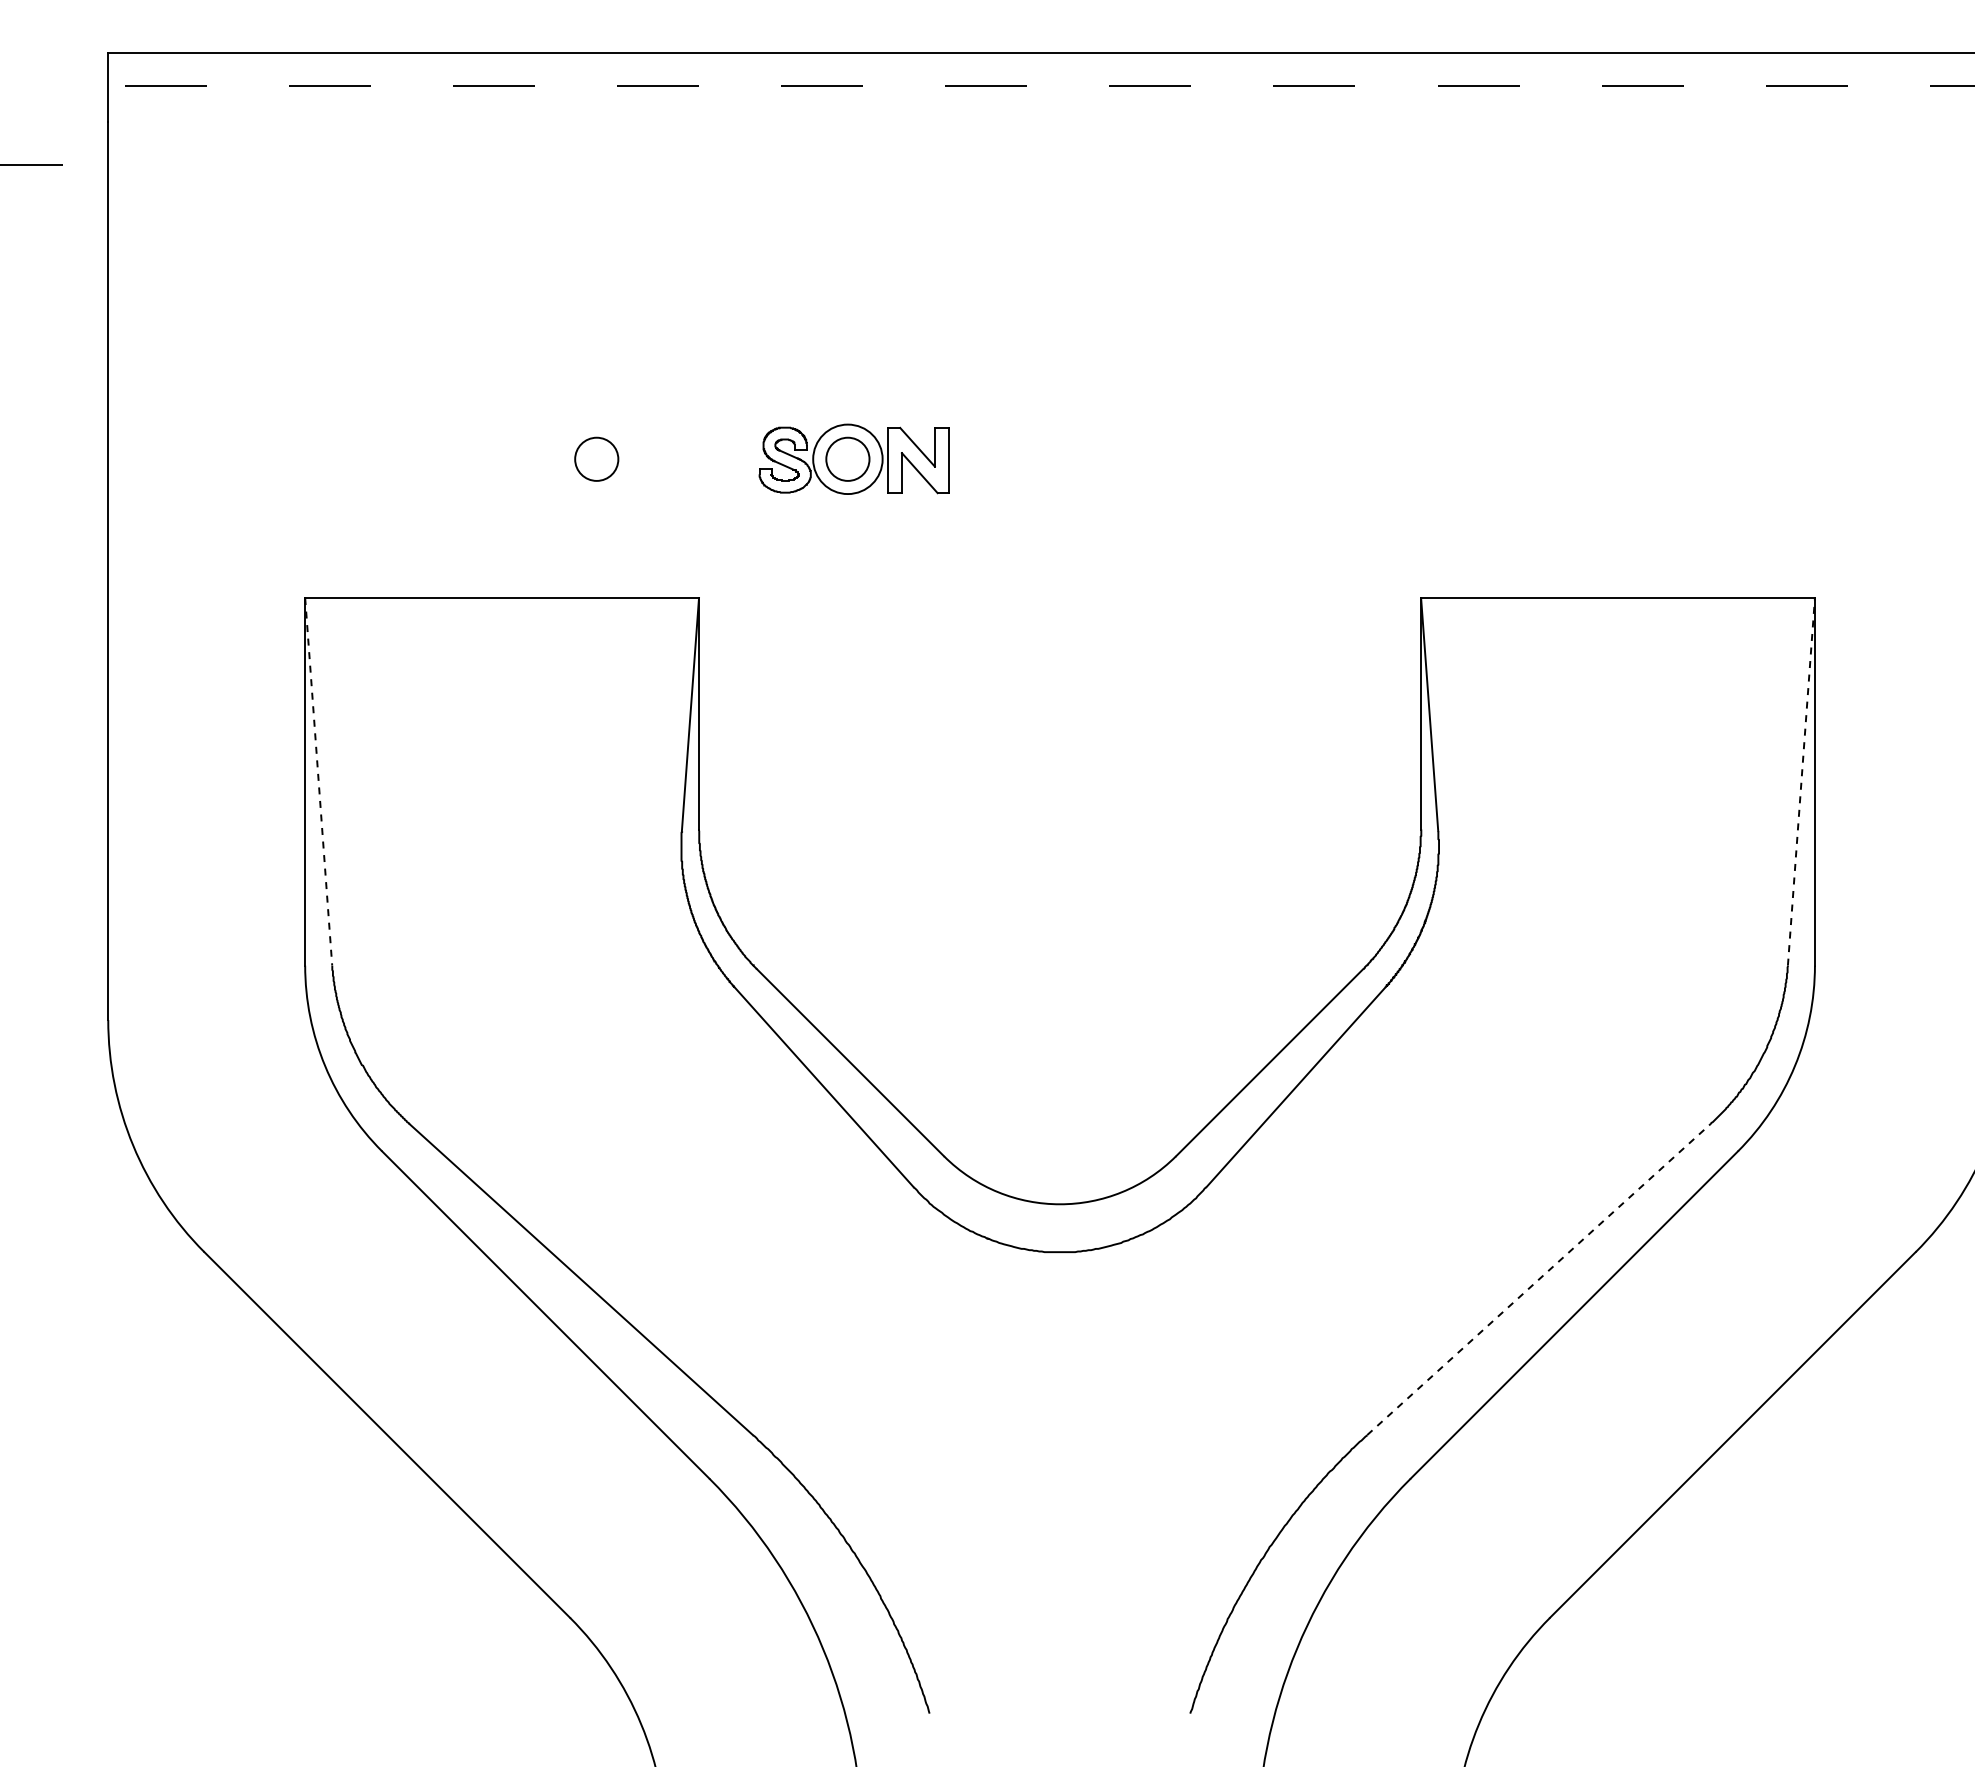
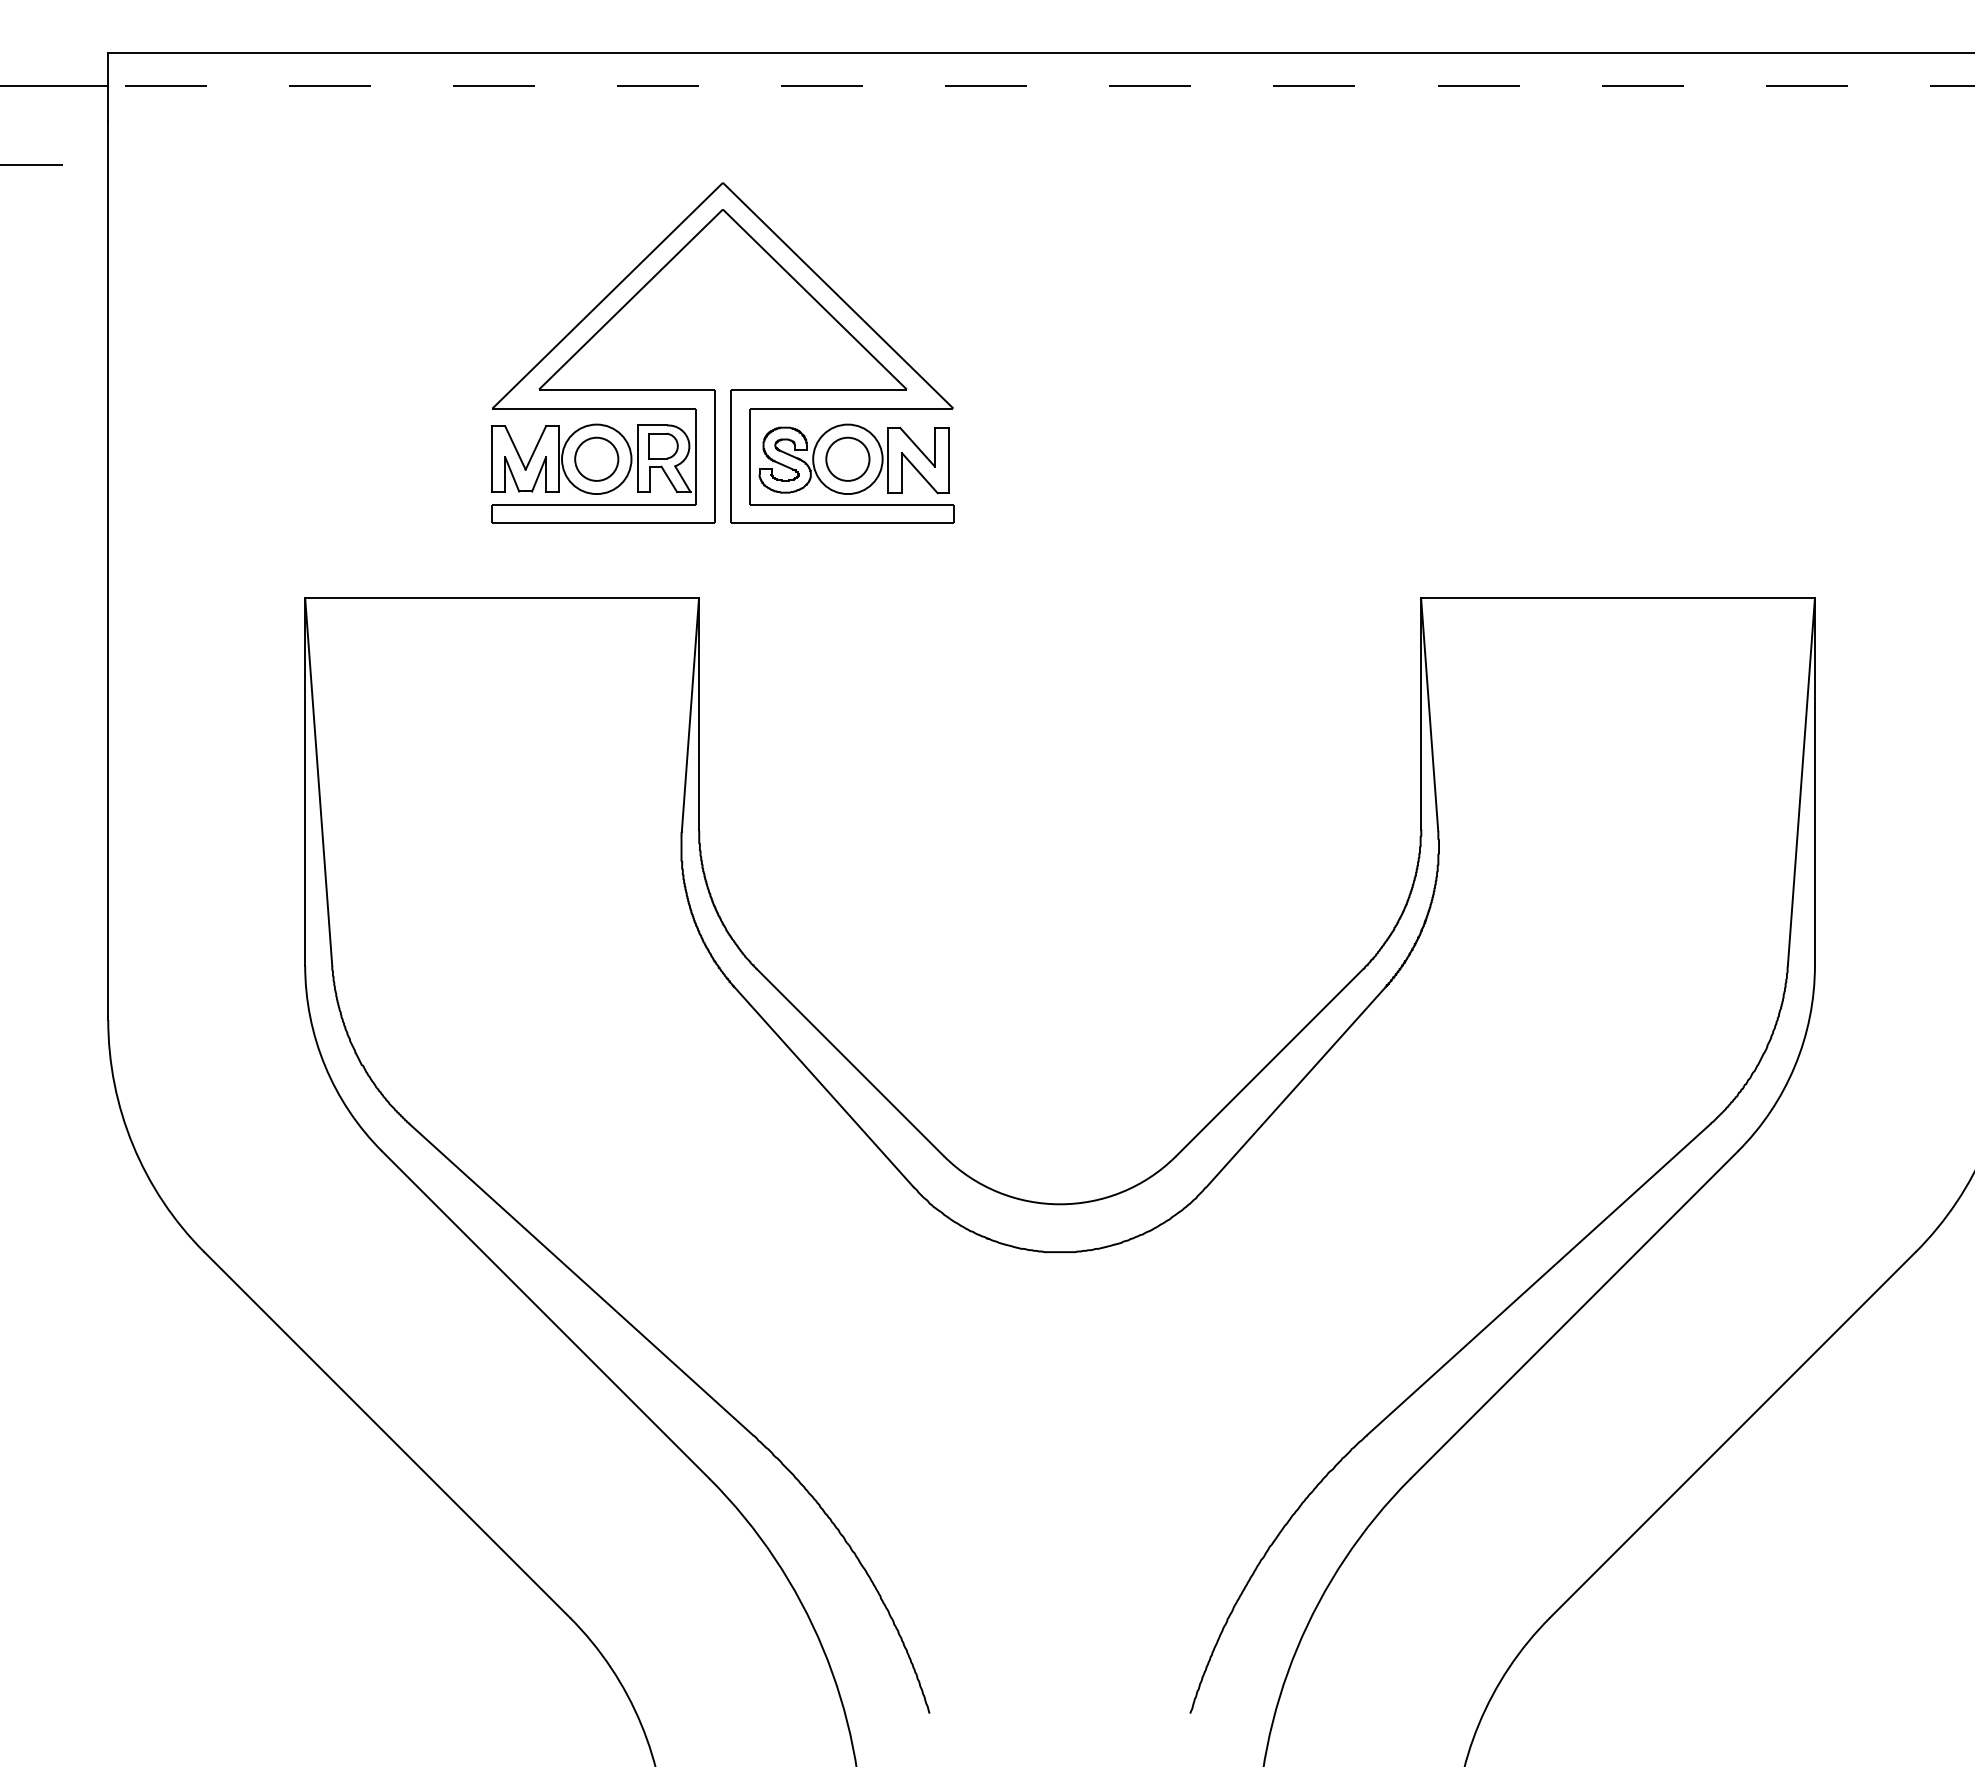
line at (55, 86): none -> present
part at (714, 389): none -> present
line at (1801, 781): dashed -> solid
line at (318, 782): dashed -> solid
line at (1538, 1279): dashed -> solid
